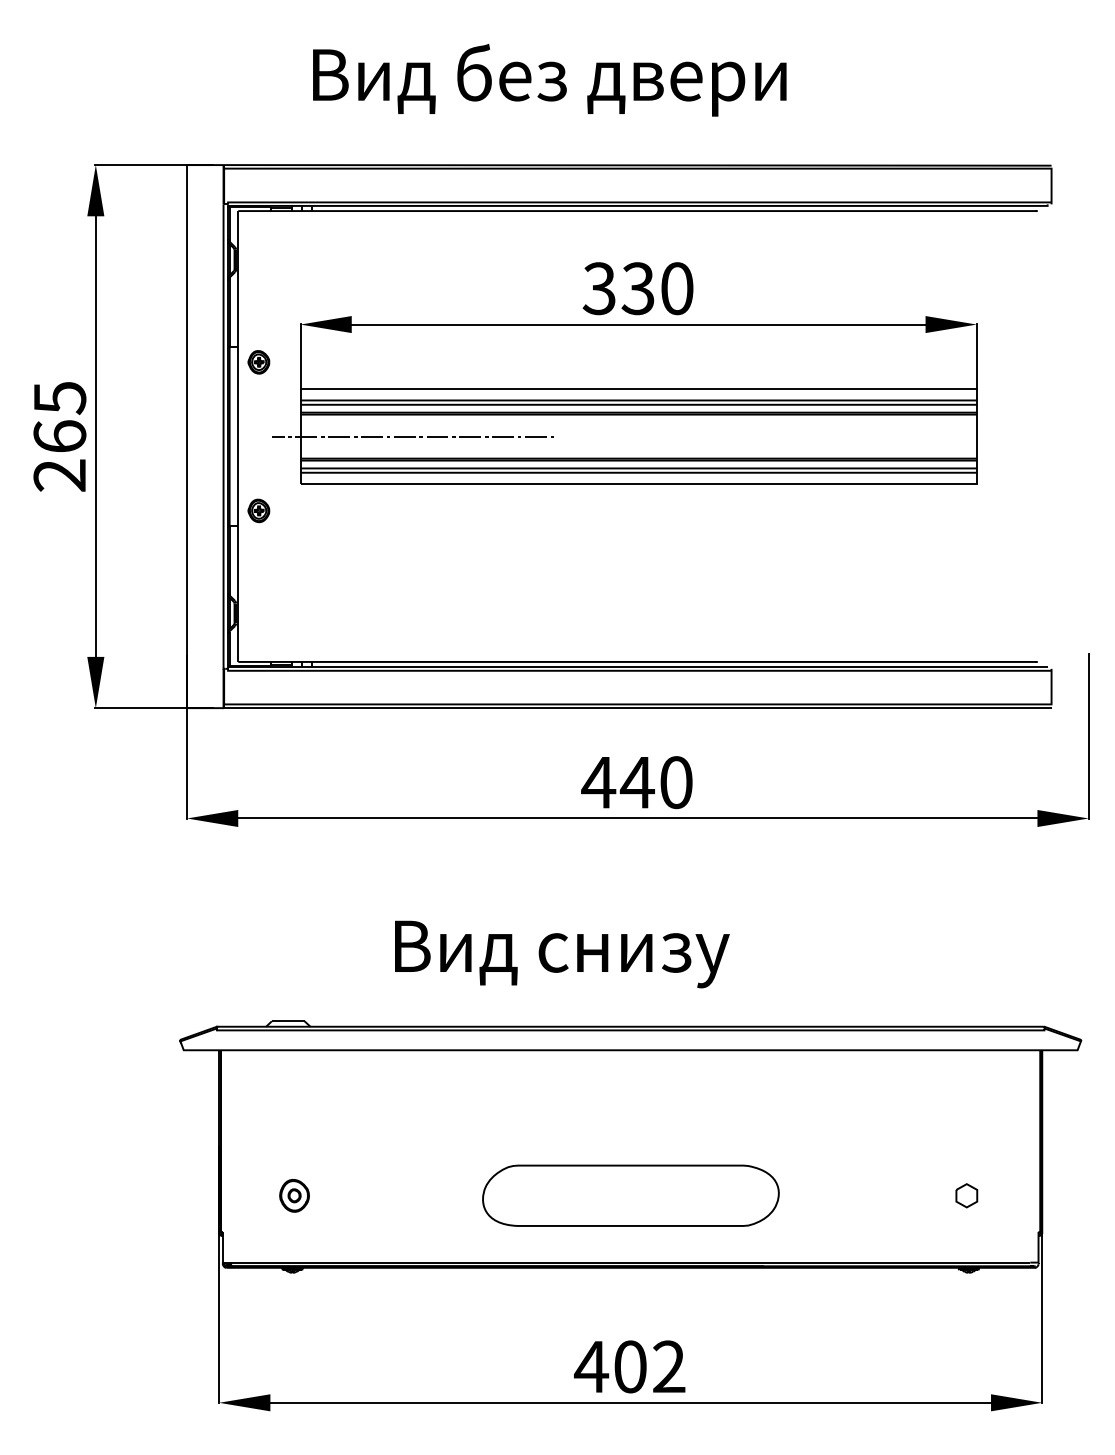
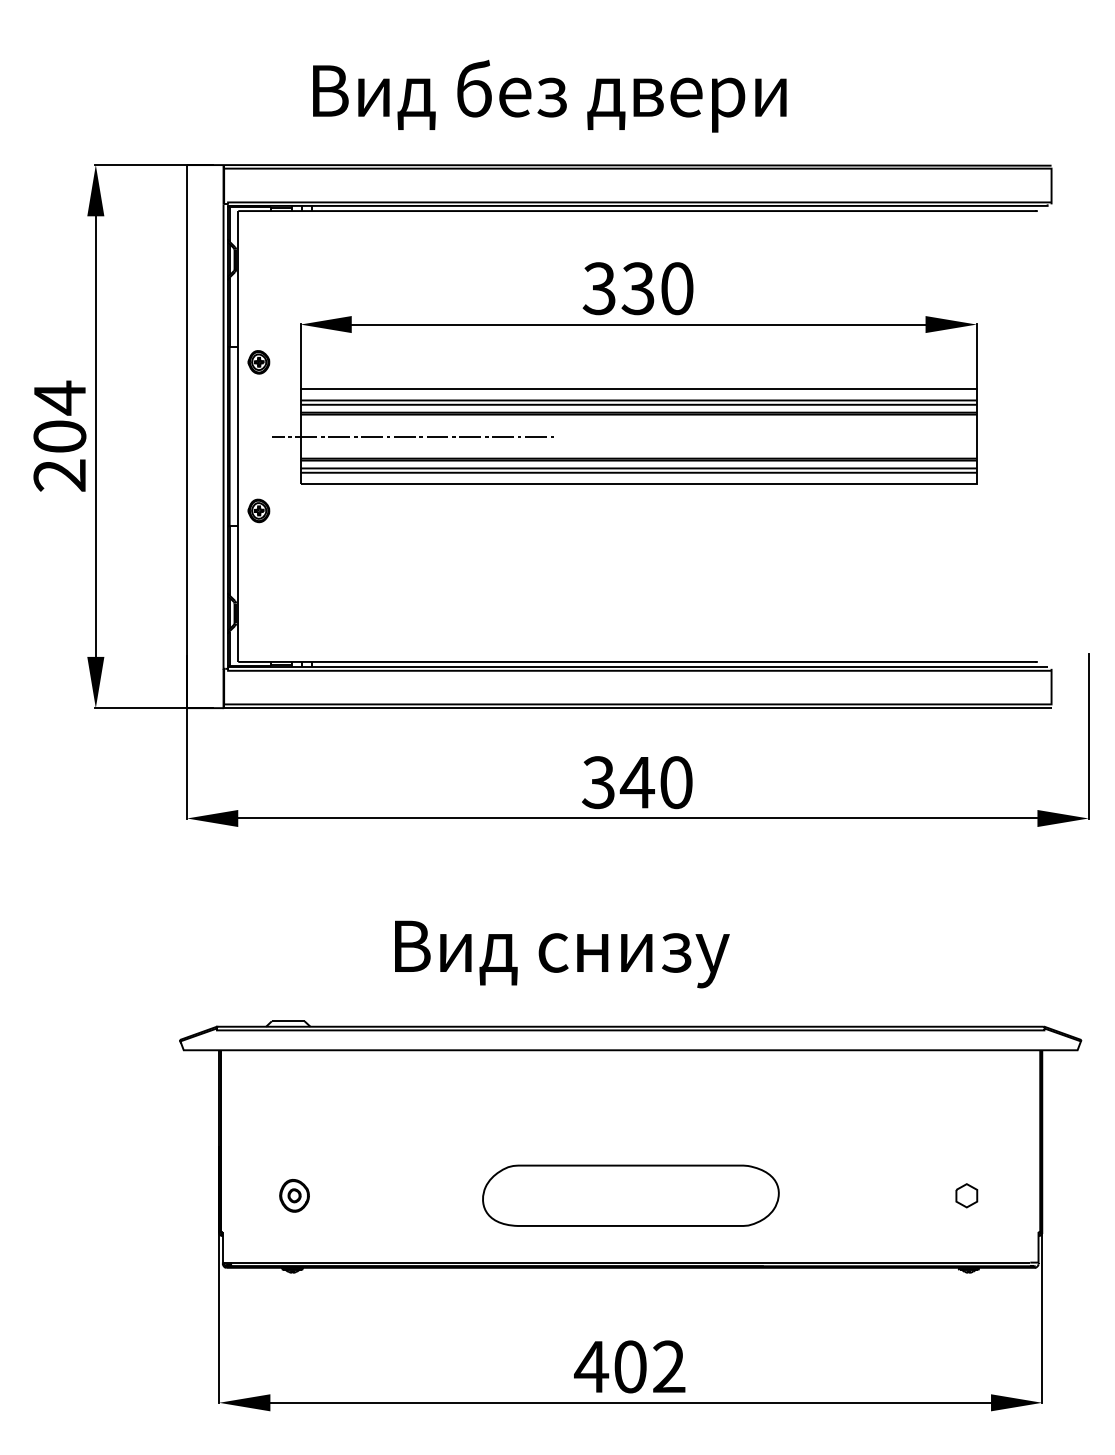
text at (549, 79) position: (549, 79) -> (549, 95)
text at (59, 416): 265 -> 204
text at (598, 782): 440 -> 340
